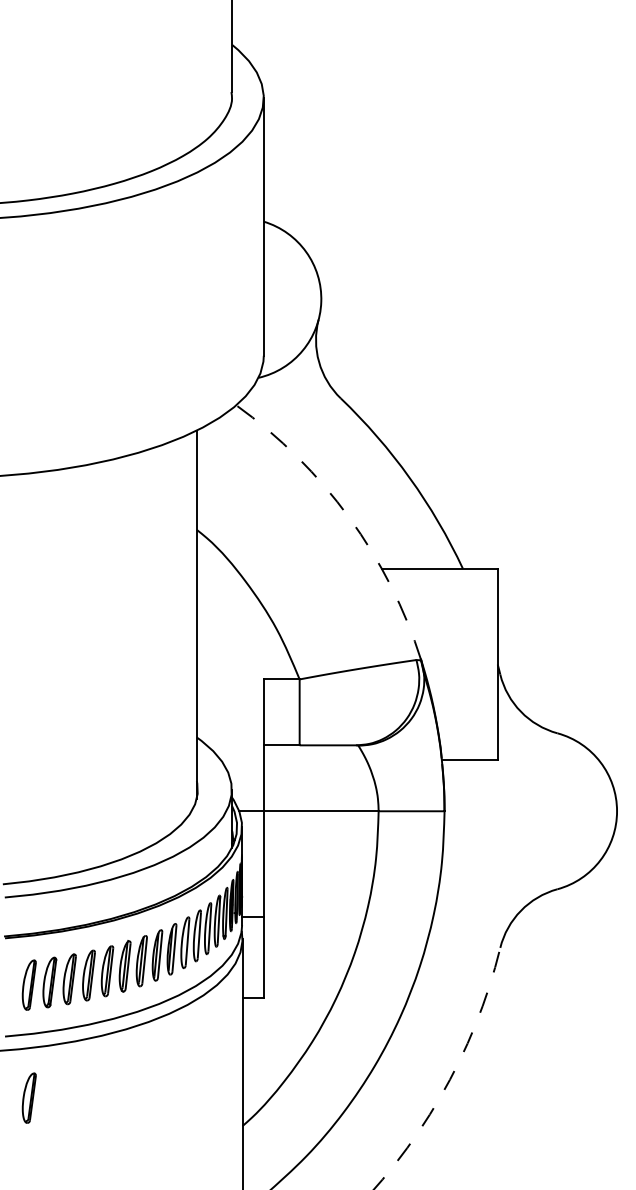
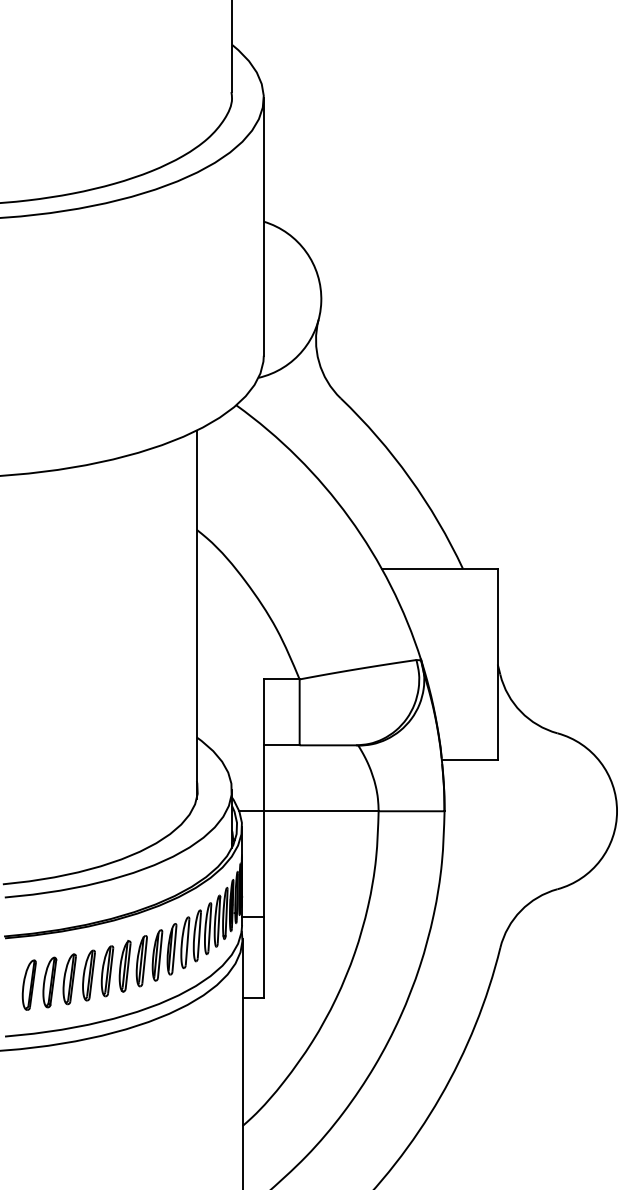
arc at (349, 517): dashed -> solid
arc at (451, 1077): dashed -> solid
part at (28, 1097): present -> none
